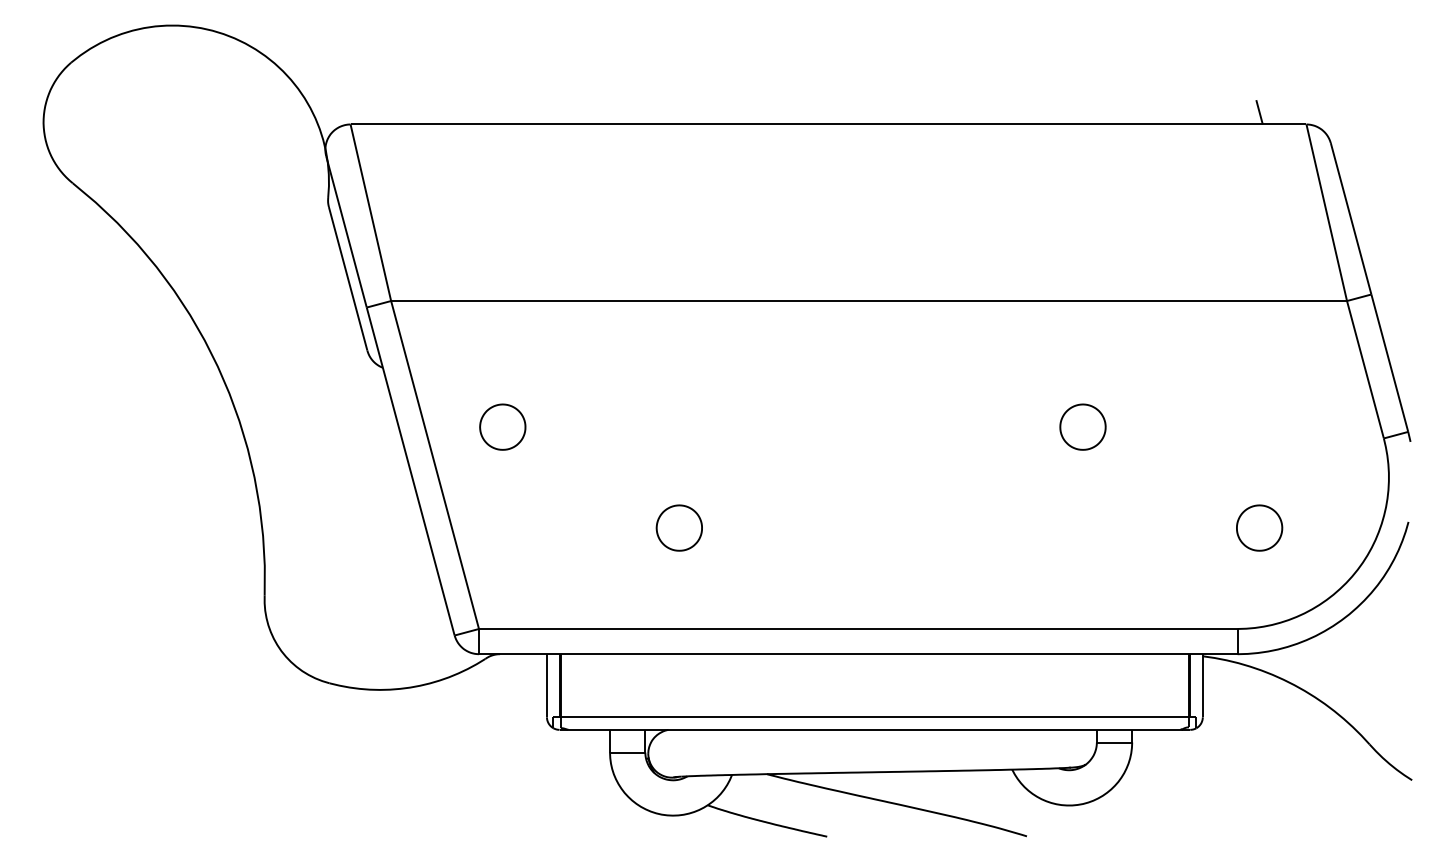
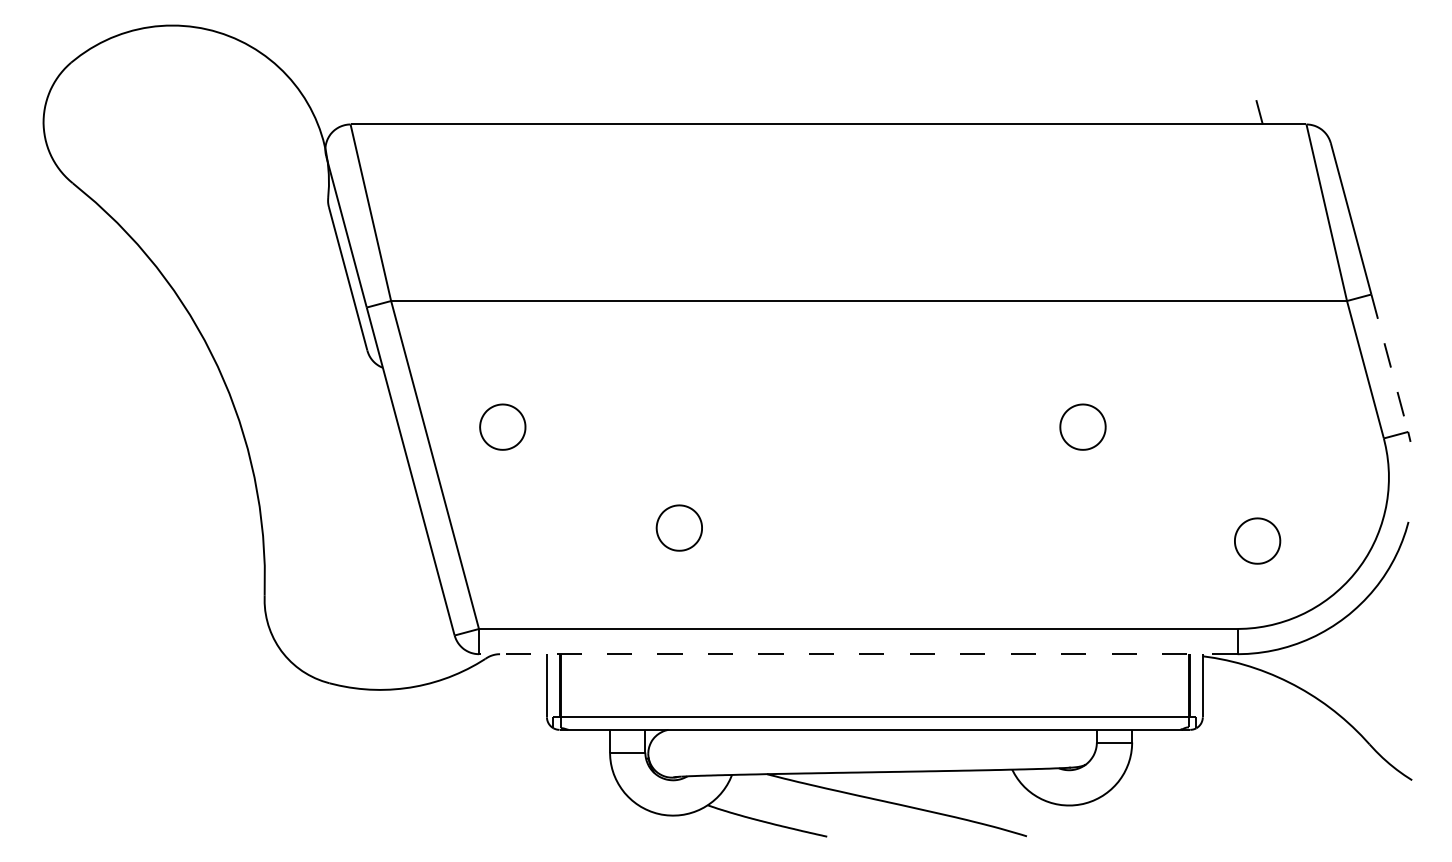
line at (1389, 363): solid -> dashed
part at (1259, 527) position: (1259, 527) -> (1257, 540)
line at (857, 654): solid -> dashed
